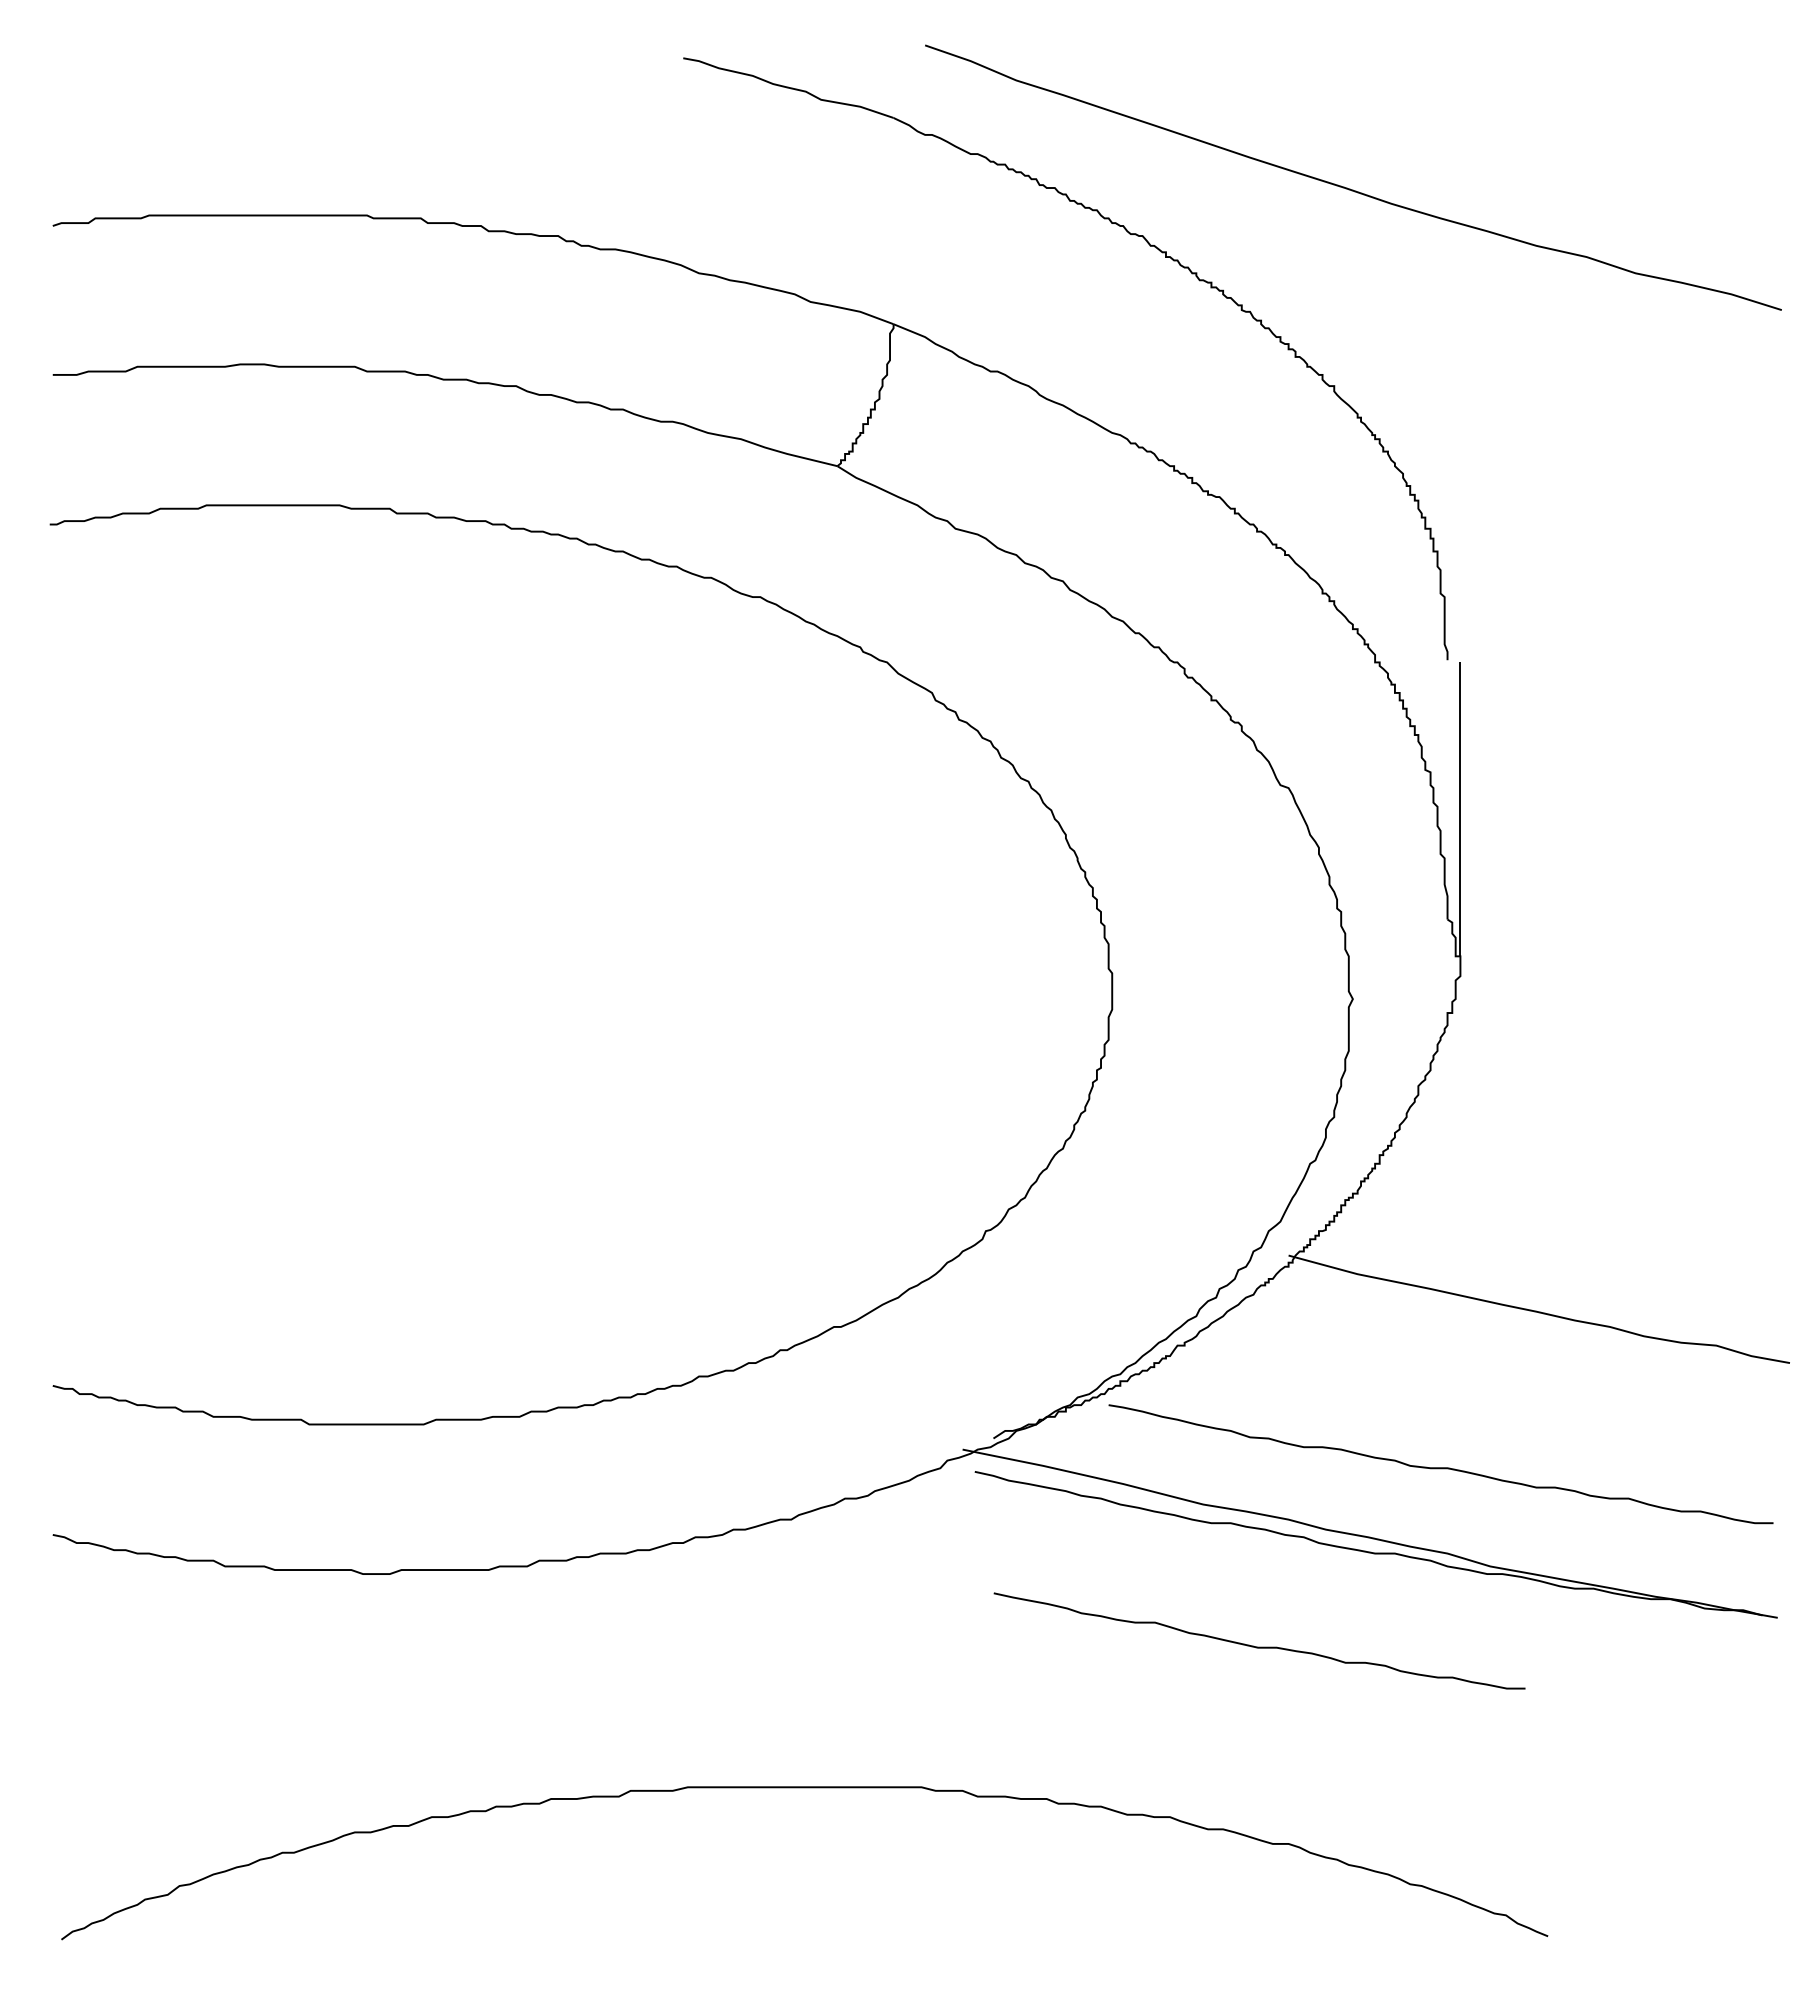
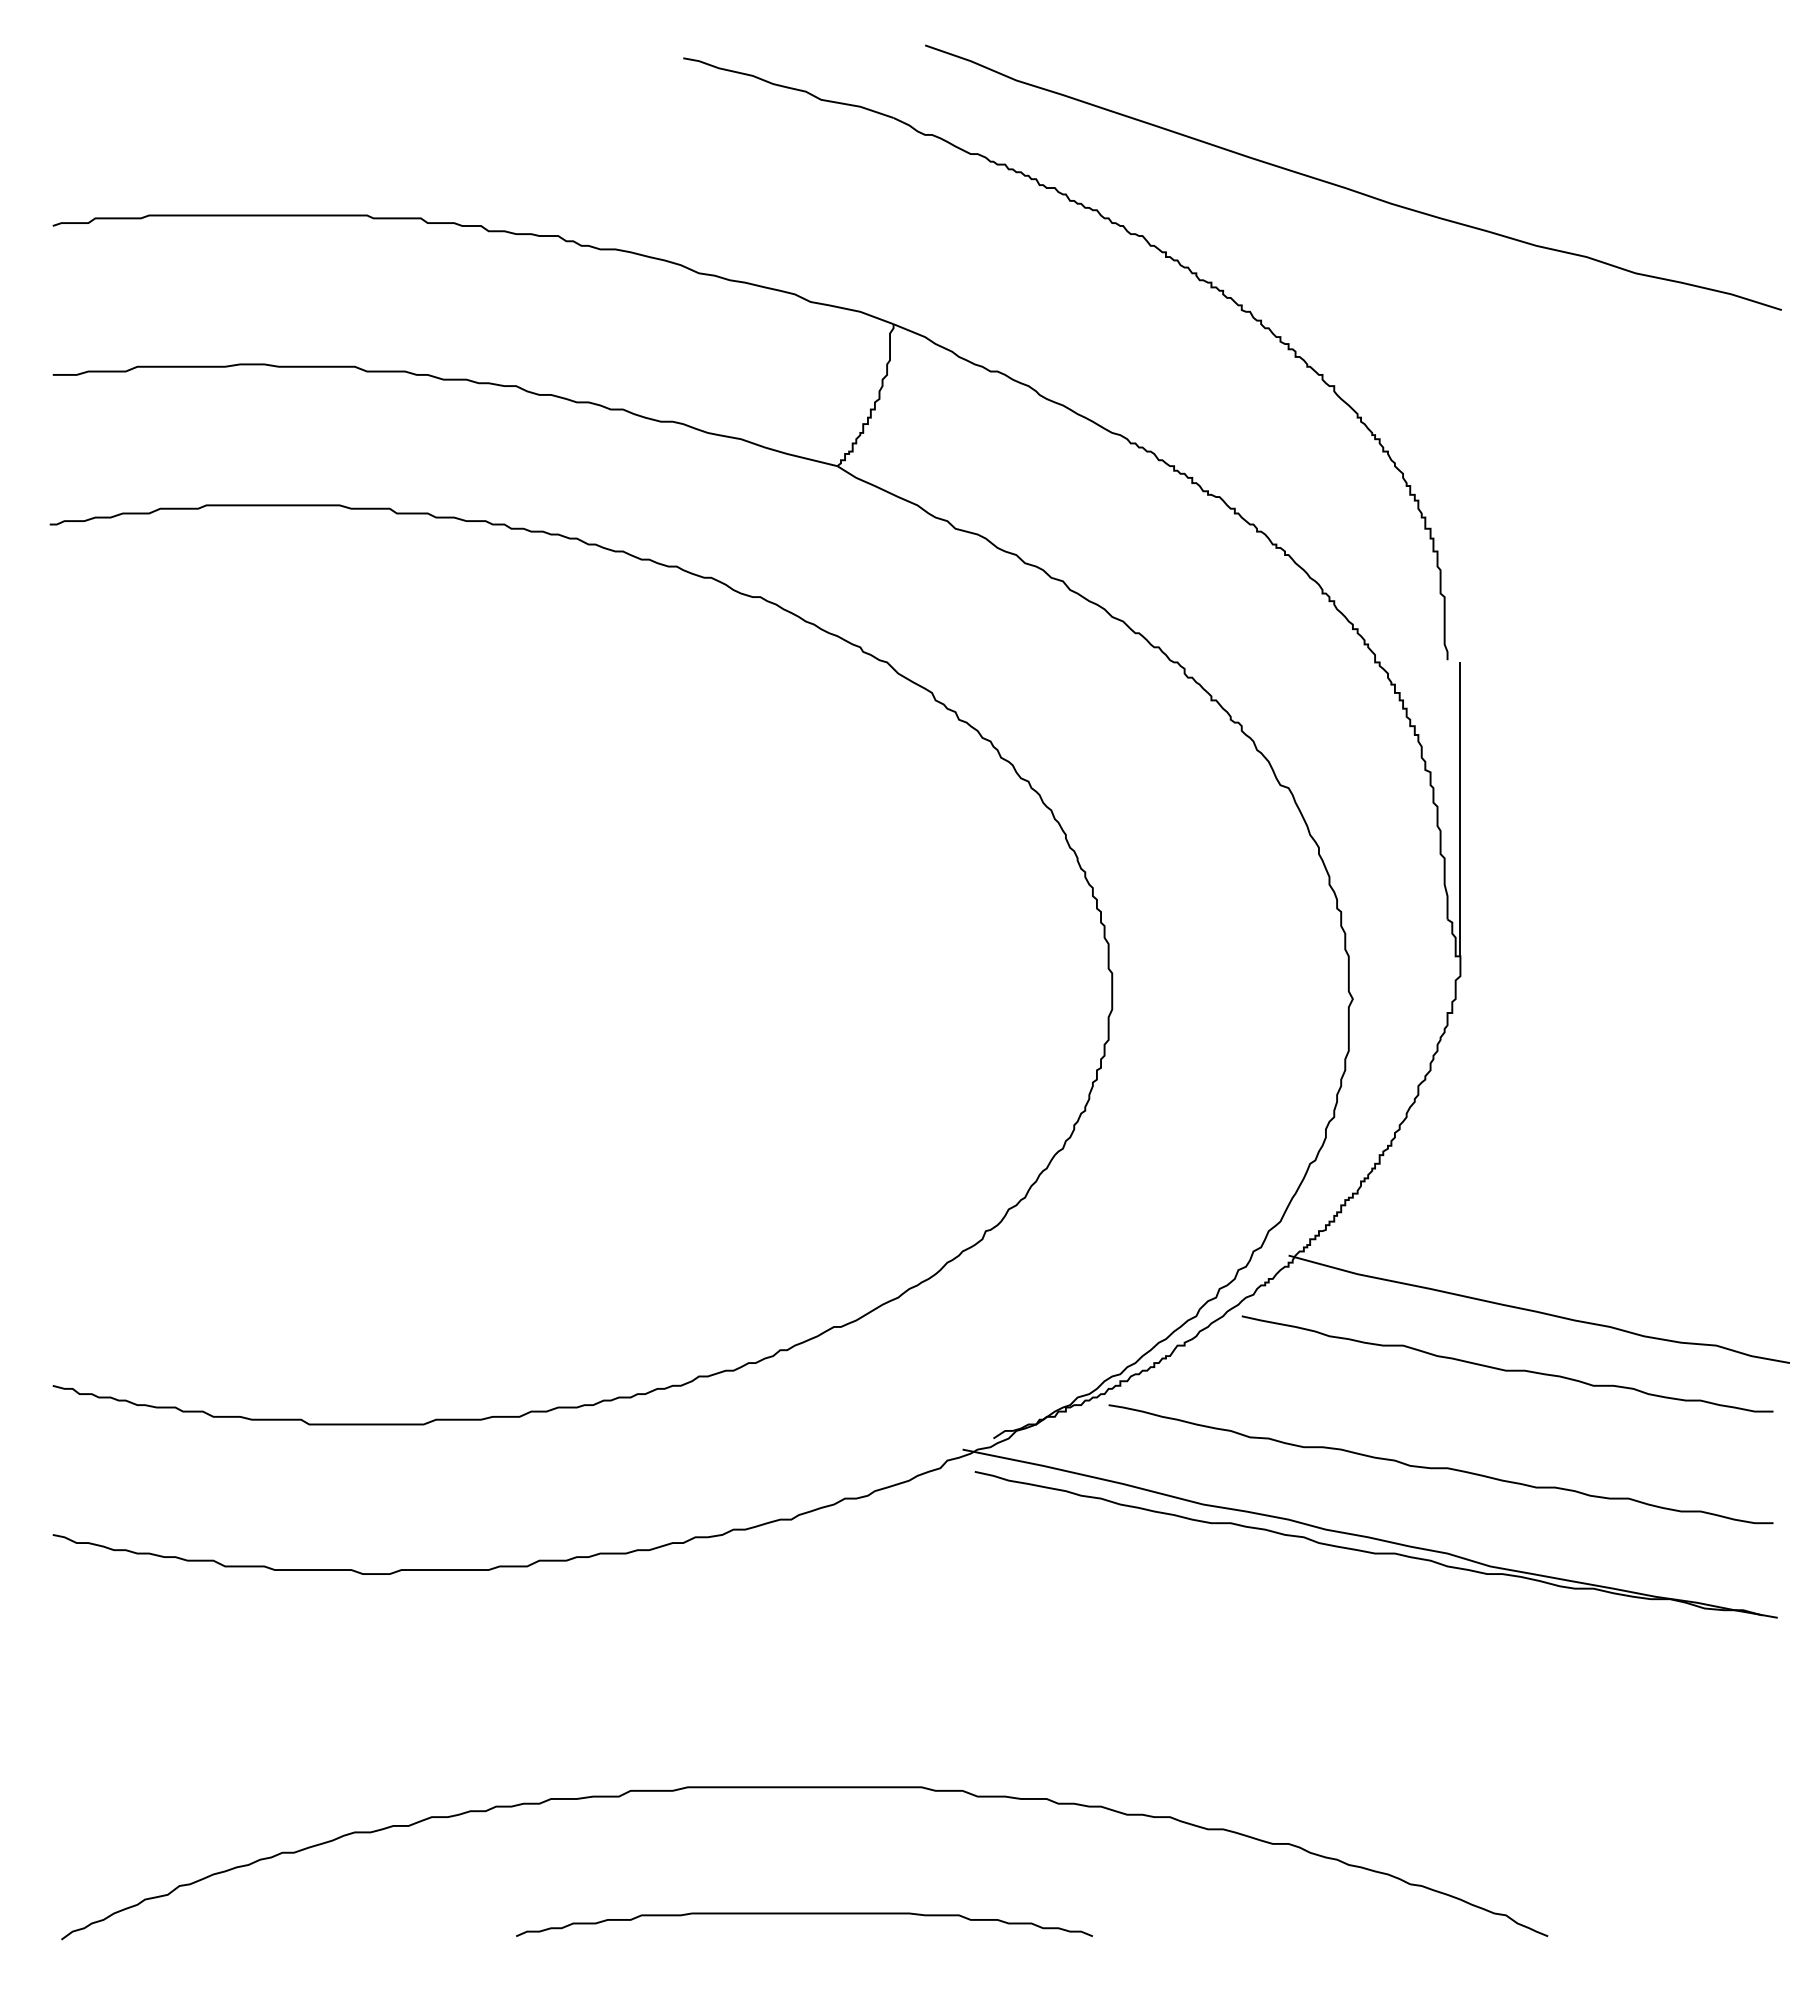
curve at (1259, 1646) position: (1259, 1646) -> (1507, 1369)
curve at (804, 1914): none -> present
